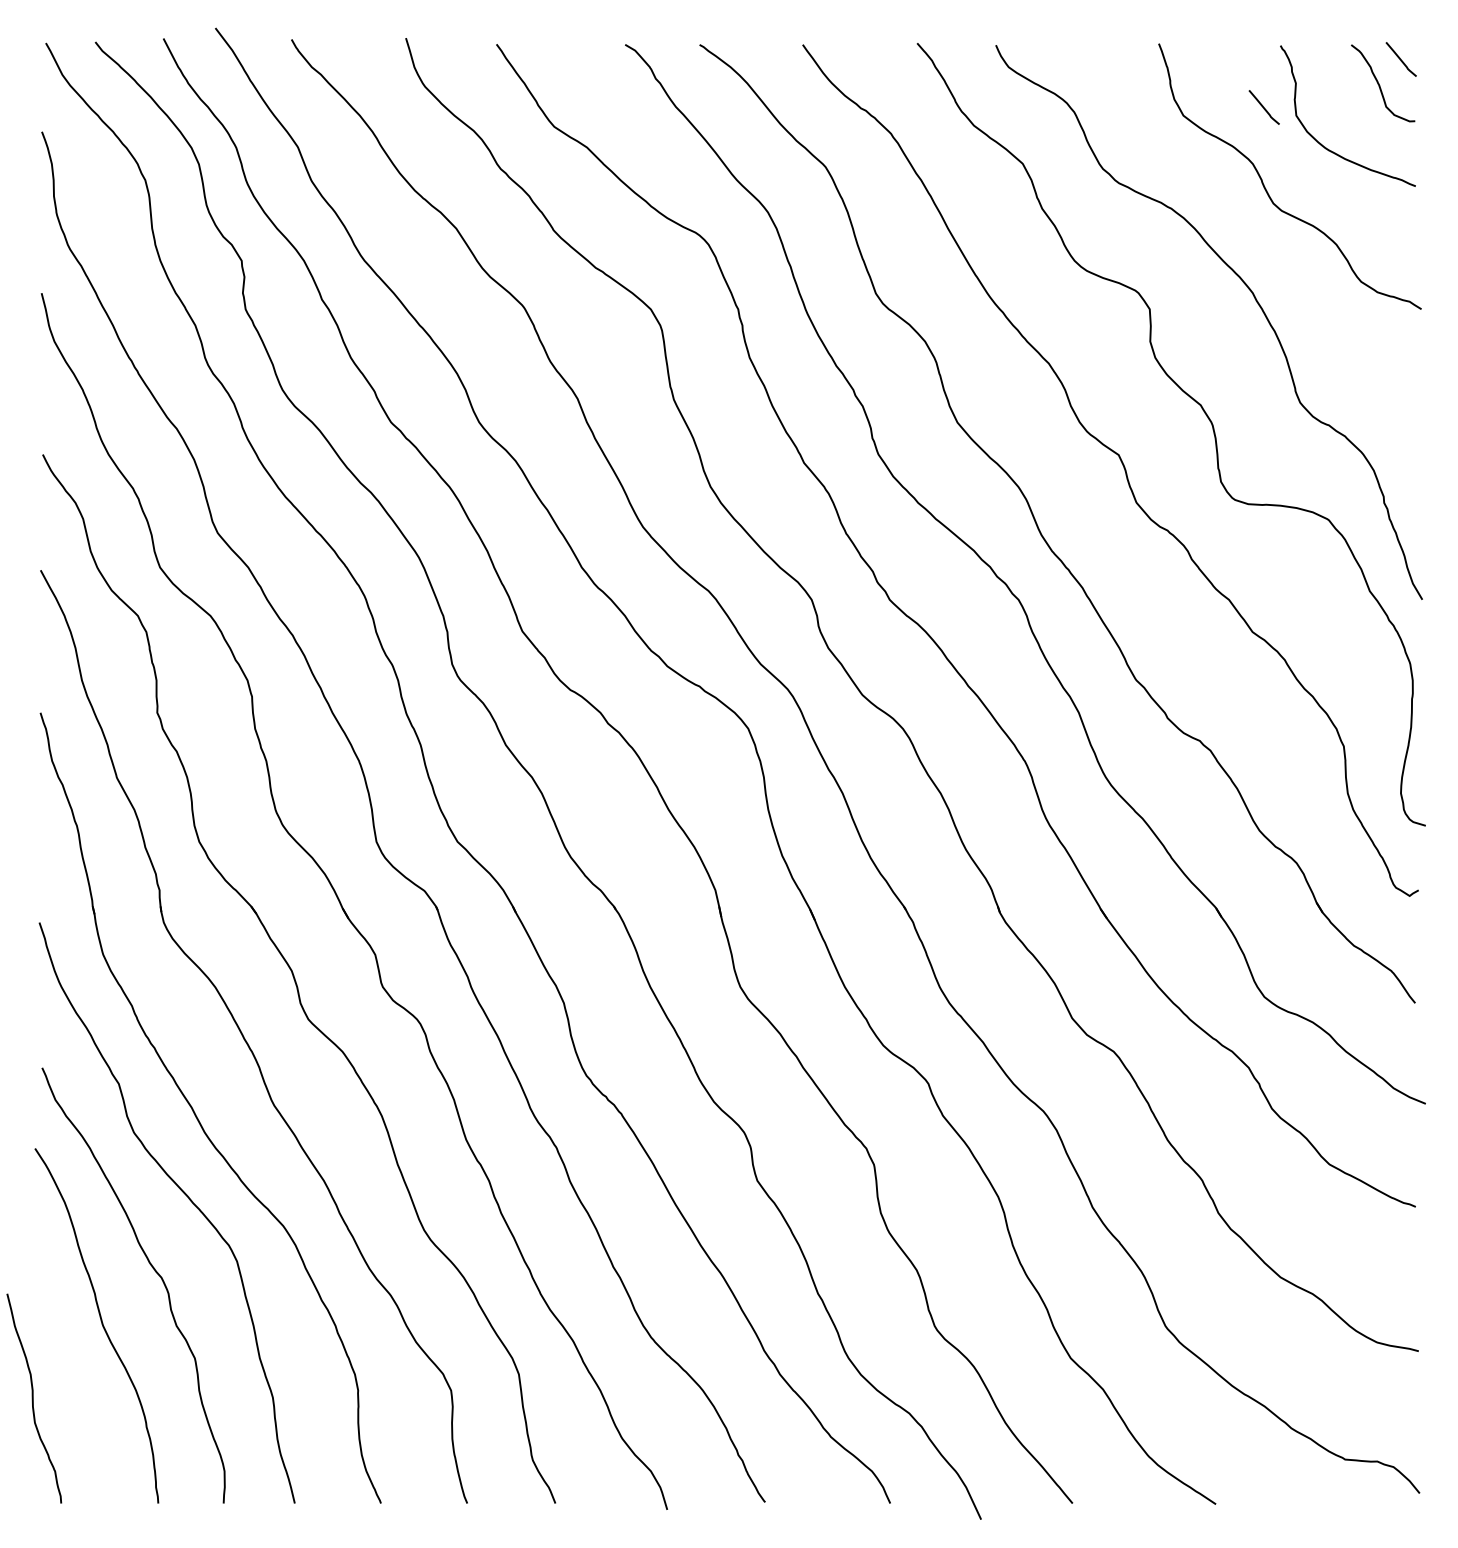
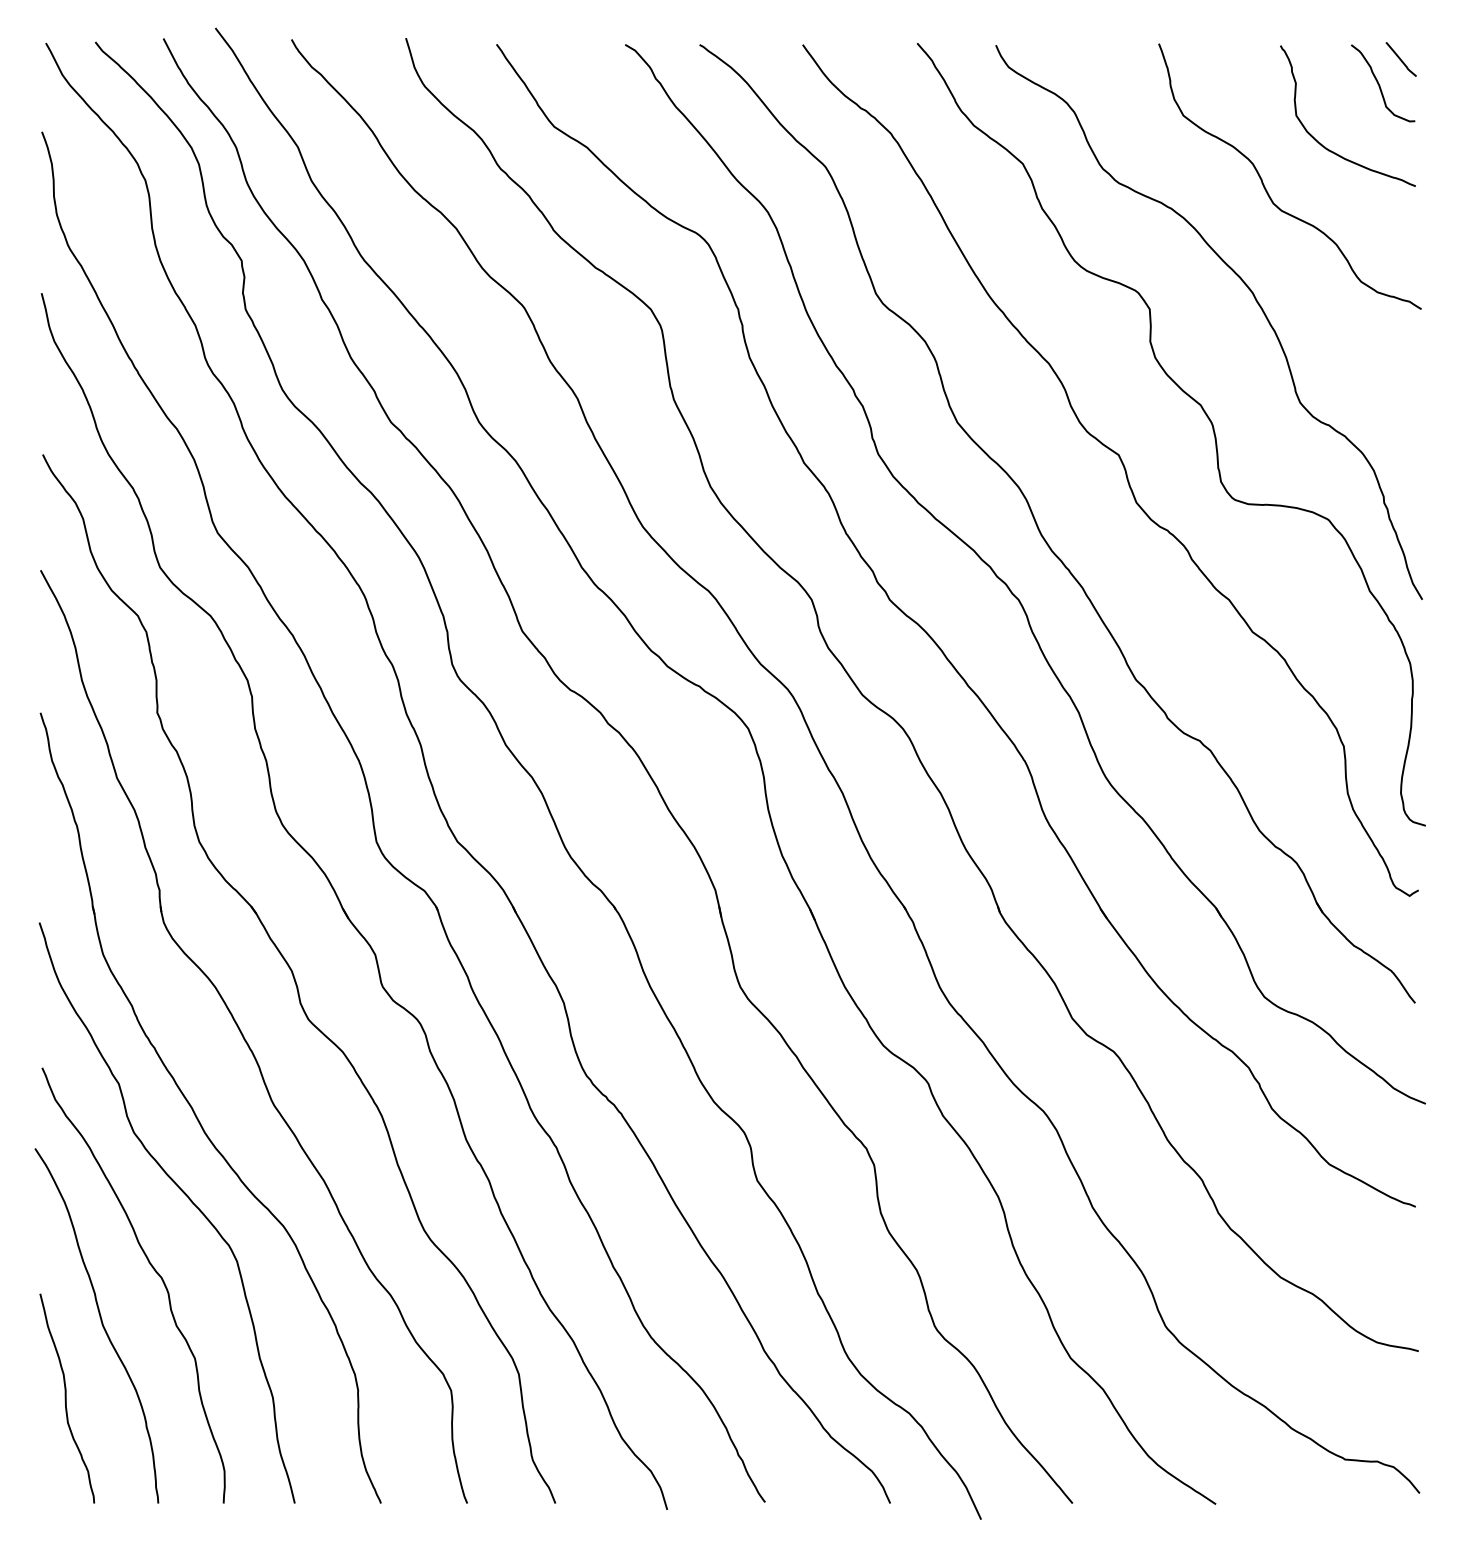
line at (1263, 107): present -> none
curve at (33, 1398) position: (33, 1398) -> (66, 1398)
